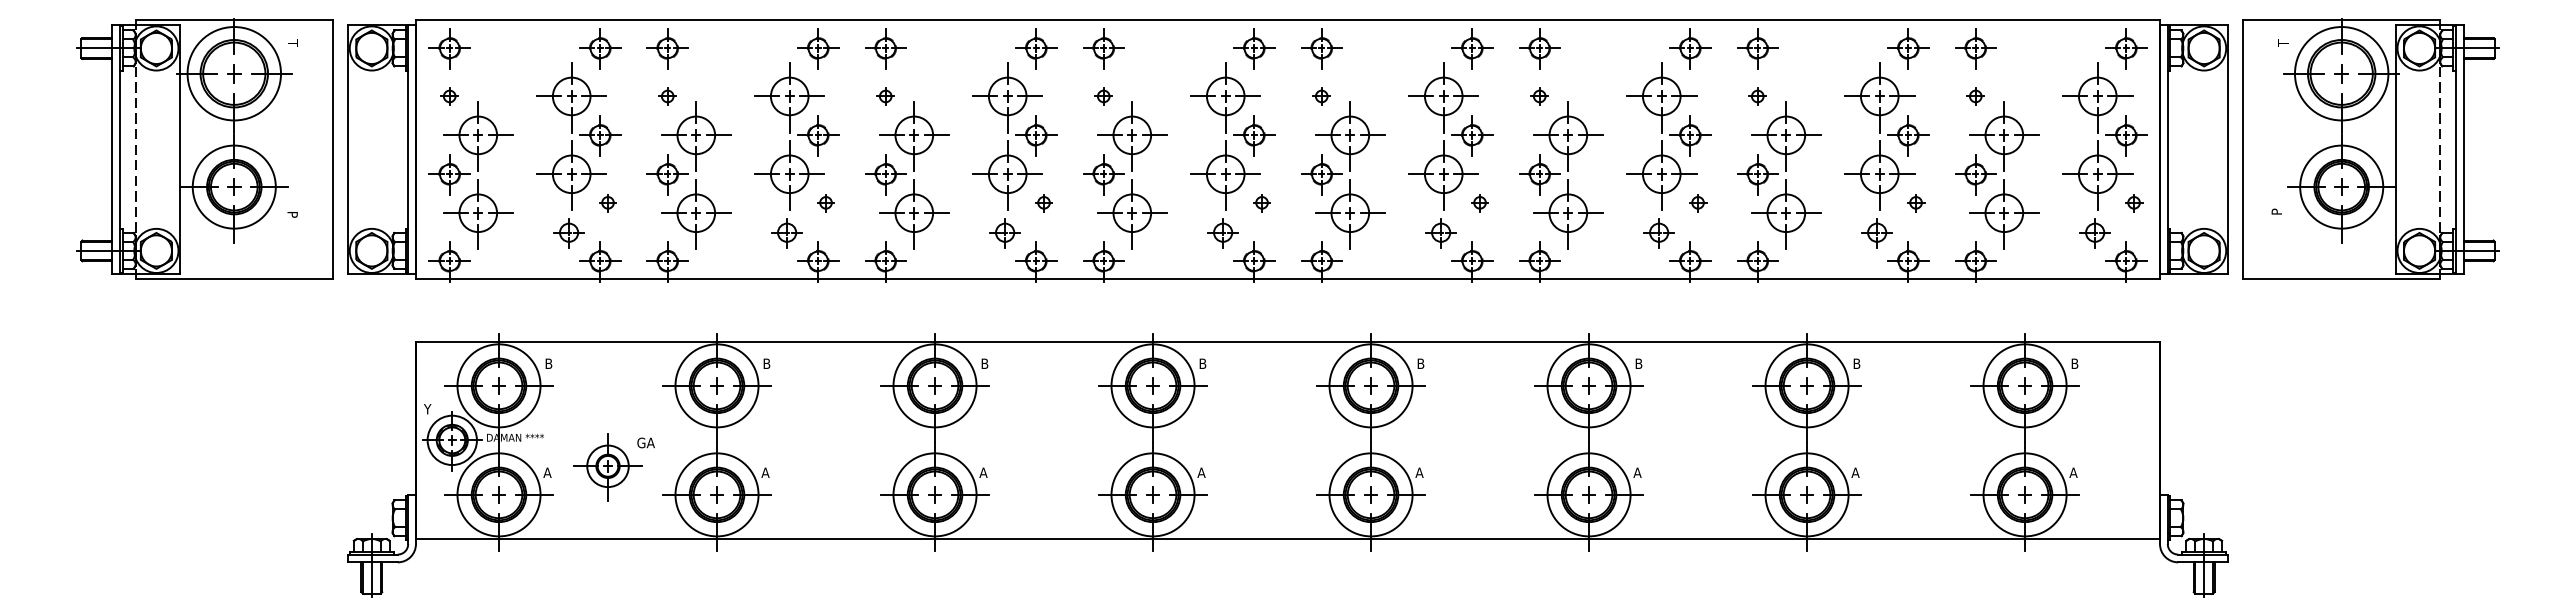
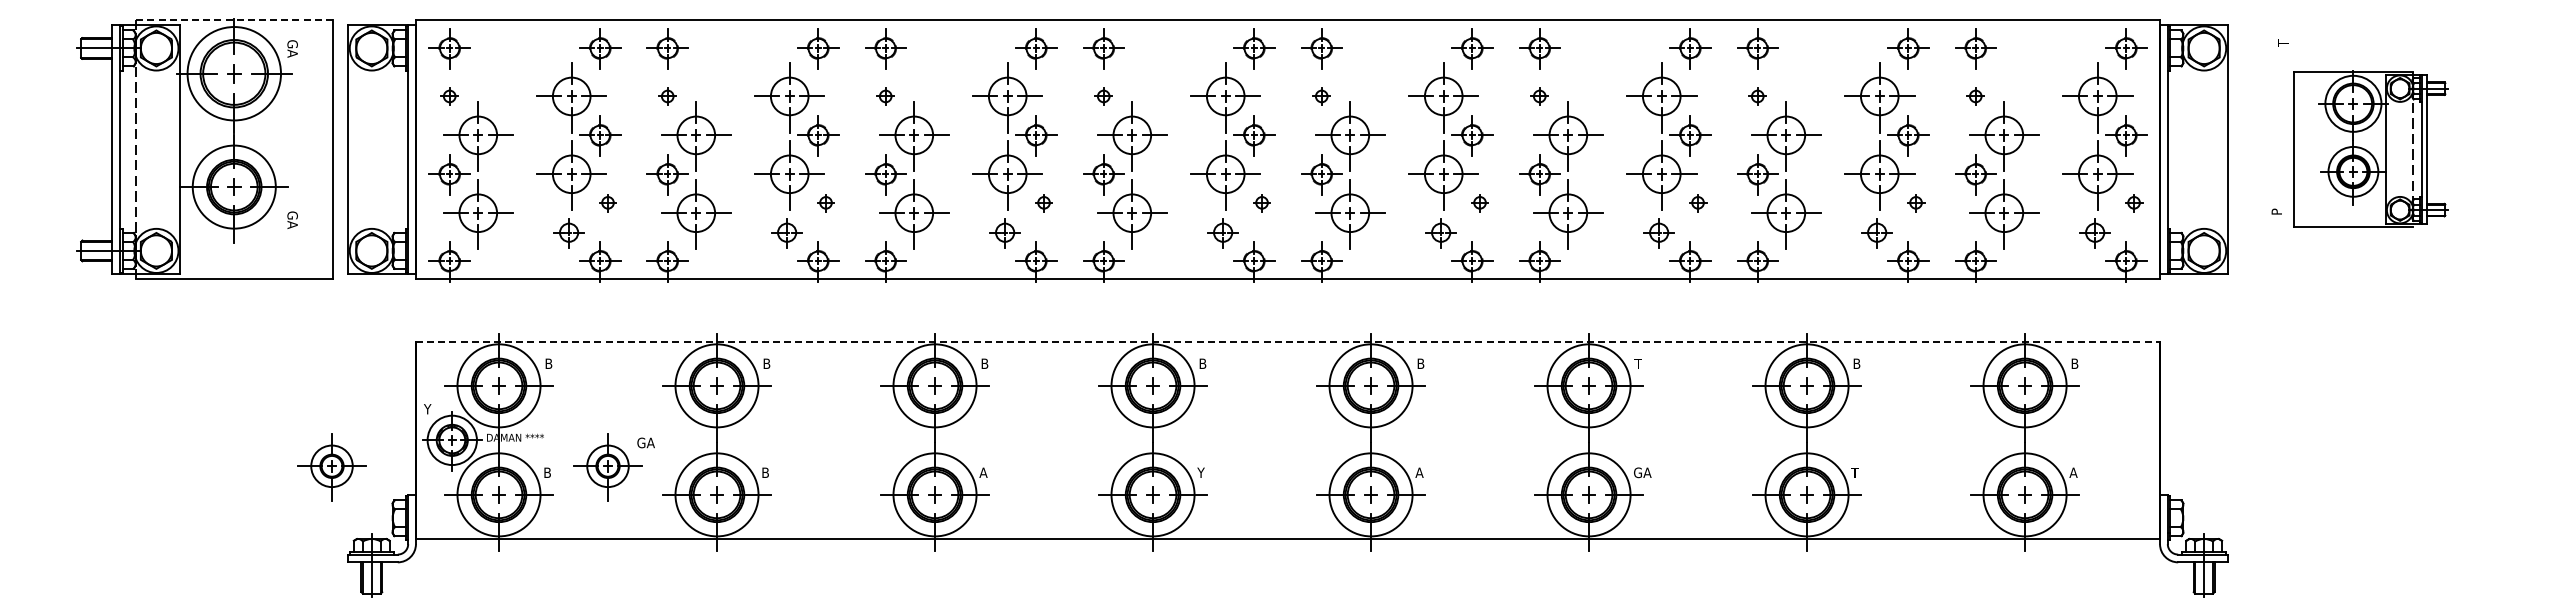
line at (234, 19): solid -> dashed
text at (292, 48): T -> GA
part at (2370, 148) size: 258x262 px -> 156x158 px
text at (292, 219): P -> GA
line at (1288, 341): solid -> dashed
text at (1638, 363): B -> T
part at (331, 467): none -> present
text at (547, 472): A -> B
text at (765, 472): A -> B
text at (1201, 472): A -> Y
text at (1642, 472): A -> GA
text at (1855, 472): A -> T
